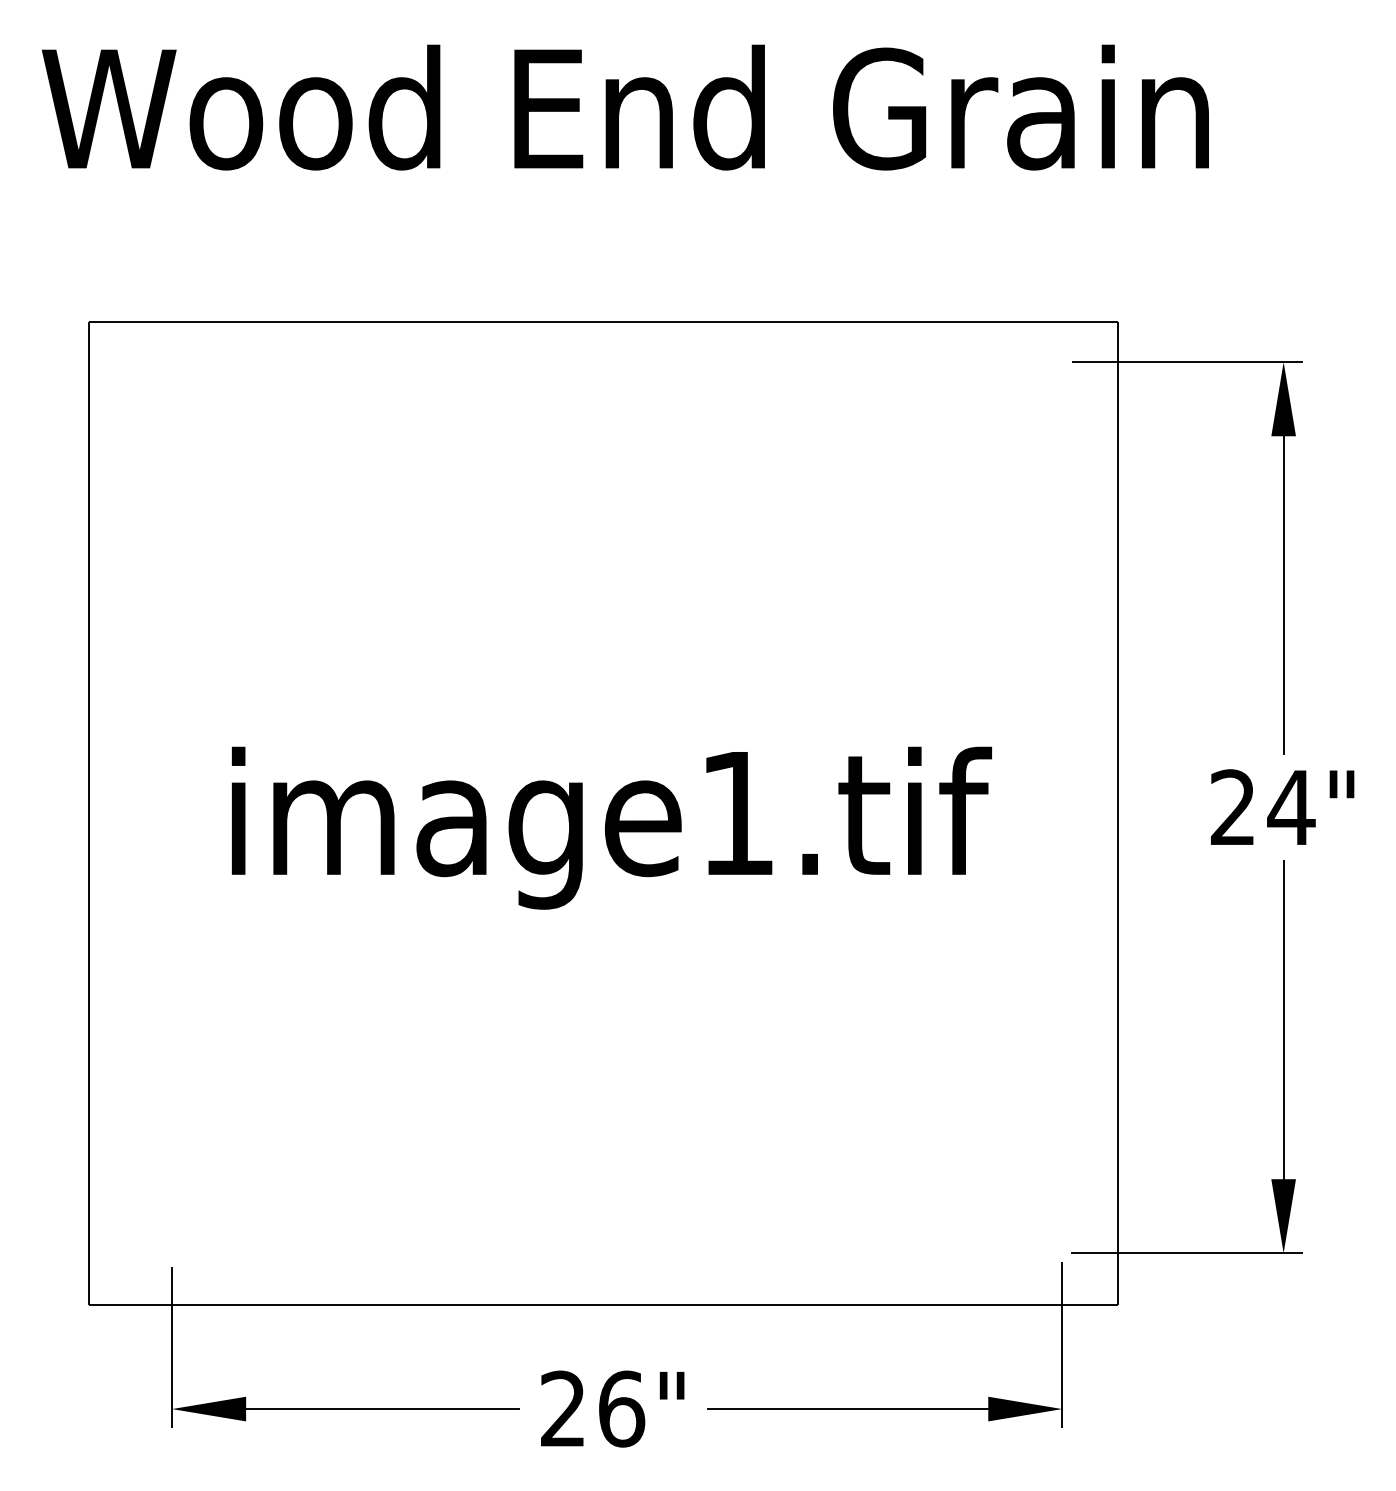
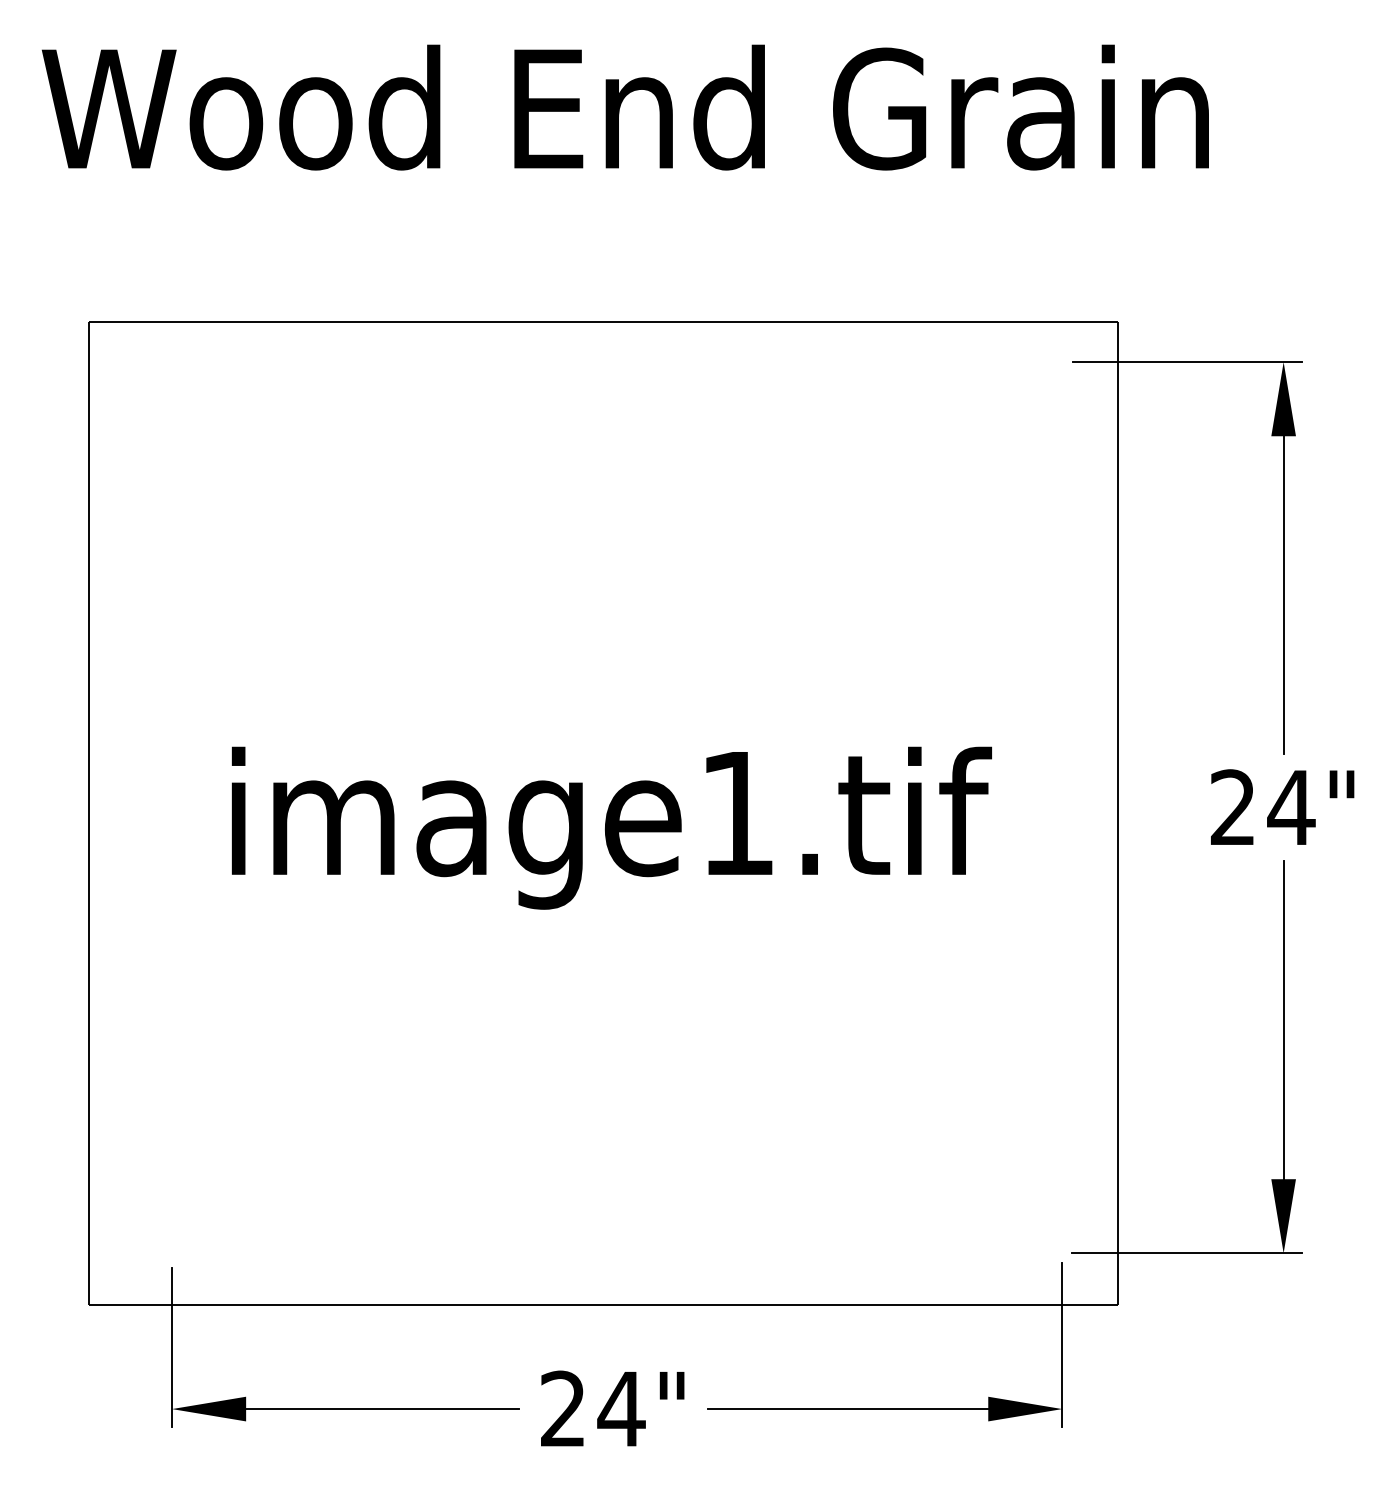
text at (621, 1408): 26" -> 24"
